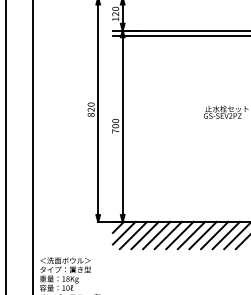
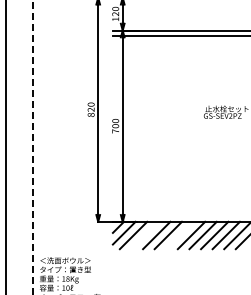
line at (33, 147): solid -> dashed
line at (144, 235): present -> none
line at (179, 235): present -> none
